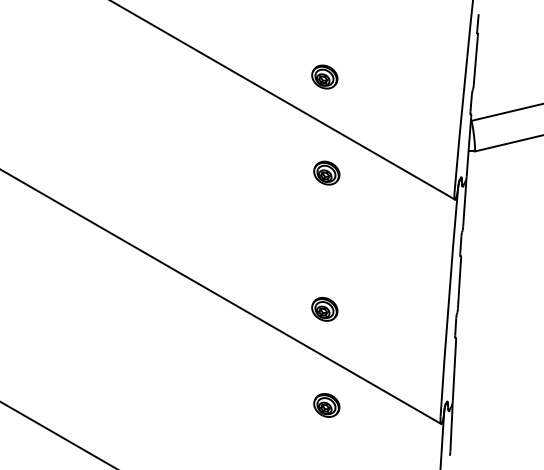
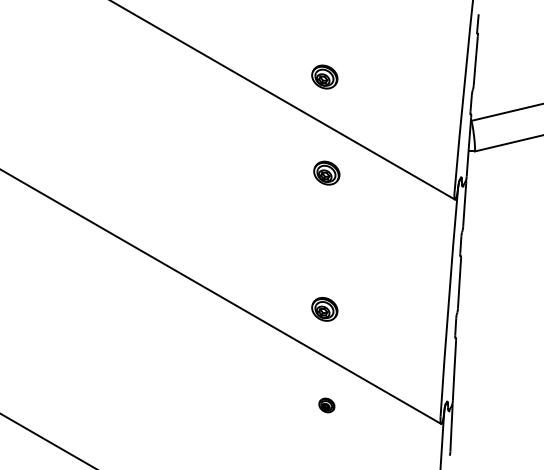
part at (326, 405) size: 28x25 px -> 18x17 px
line at (57, 434) position: (57, 434) -> (47, 440)
